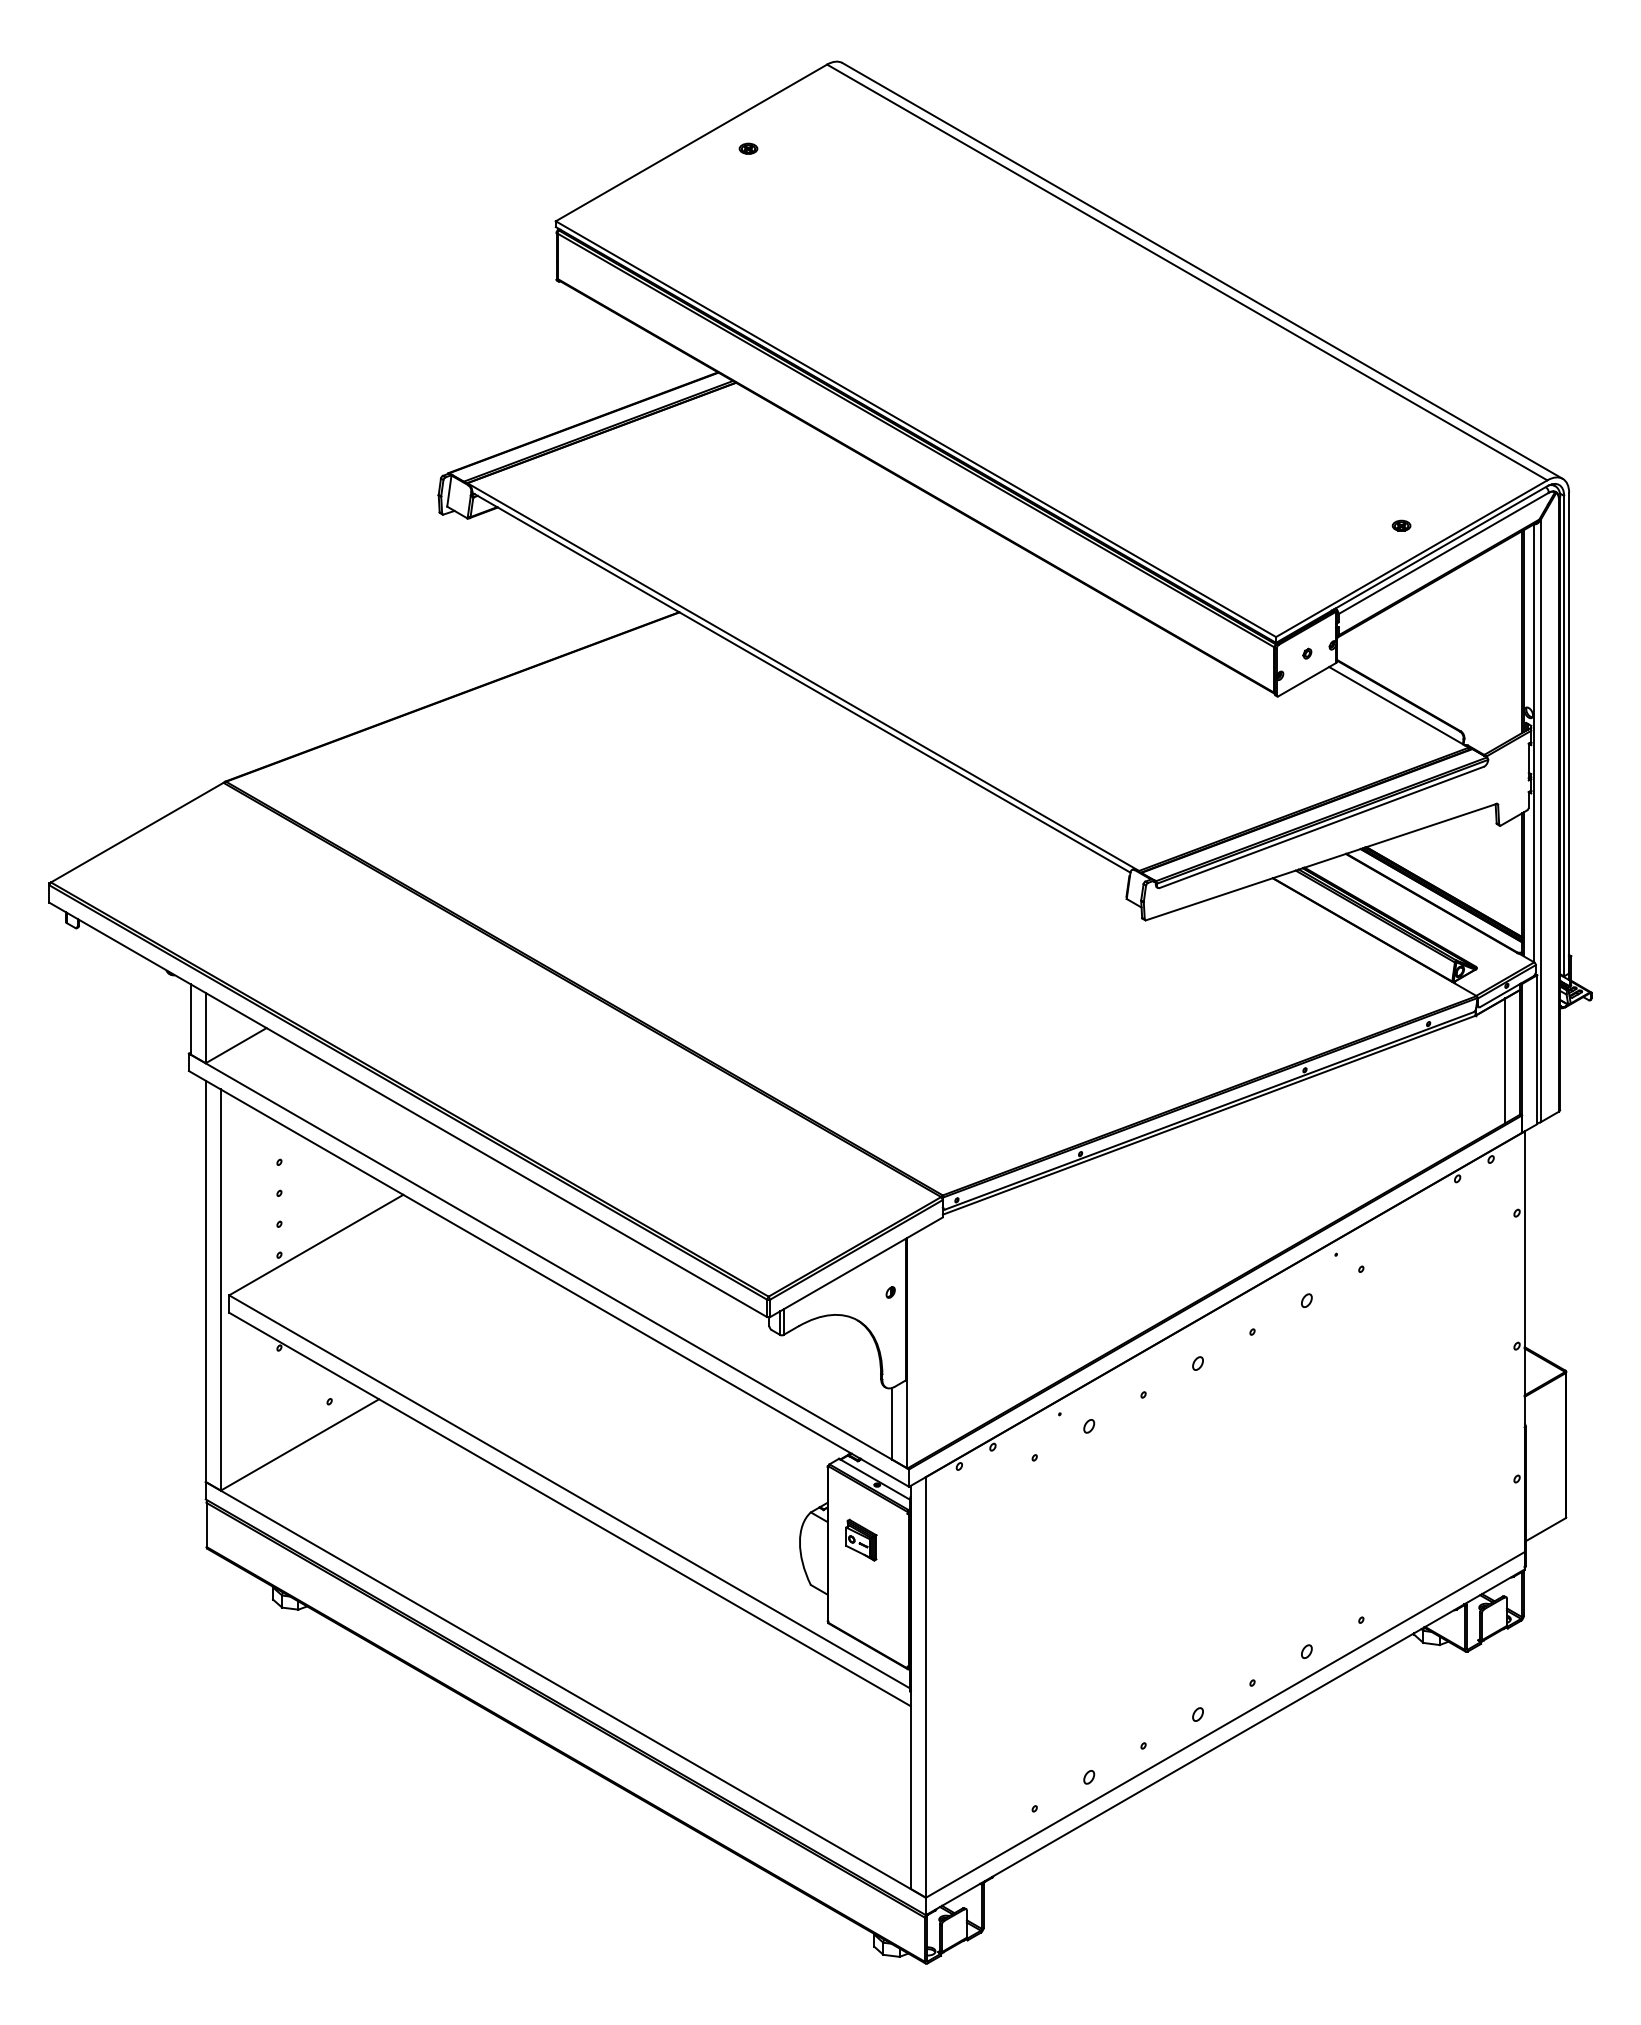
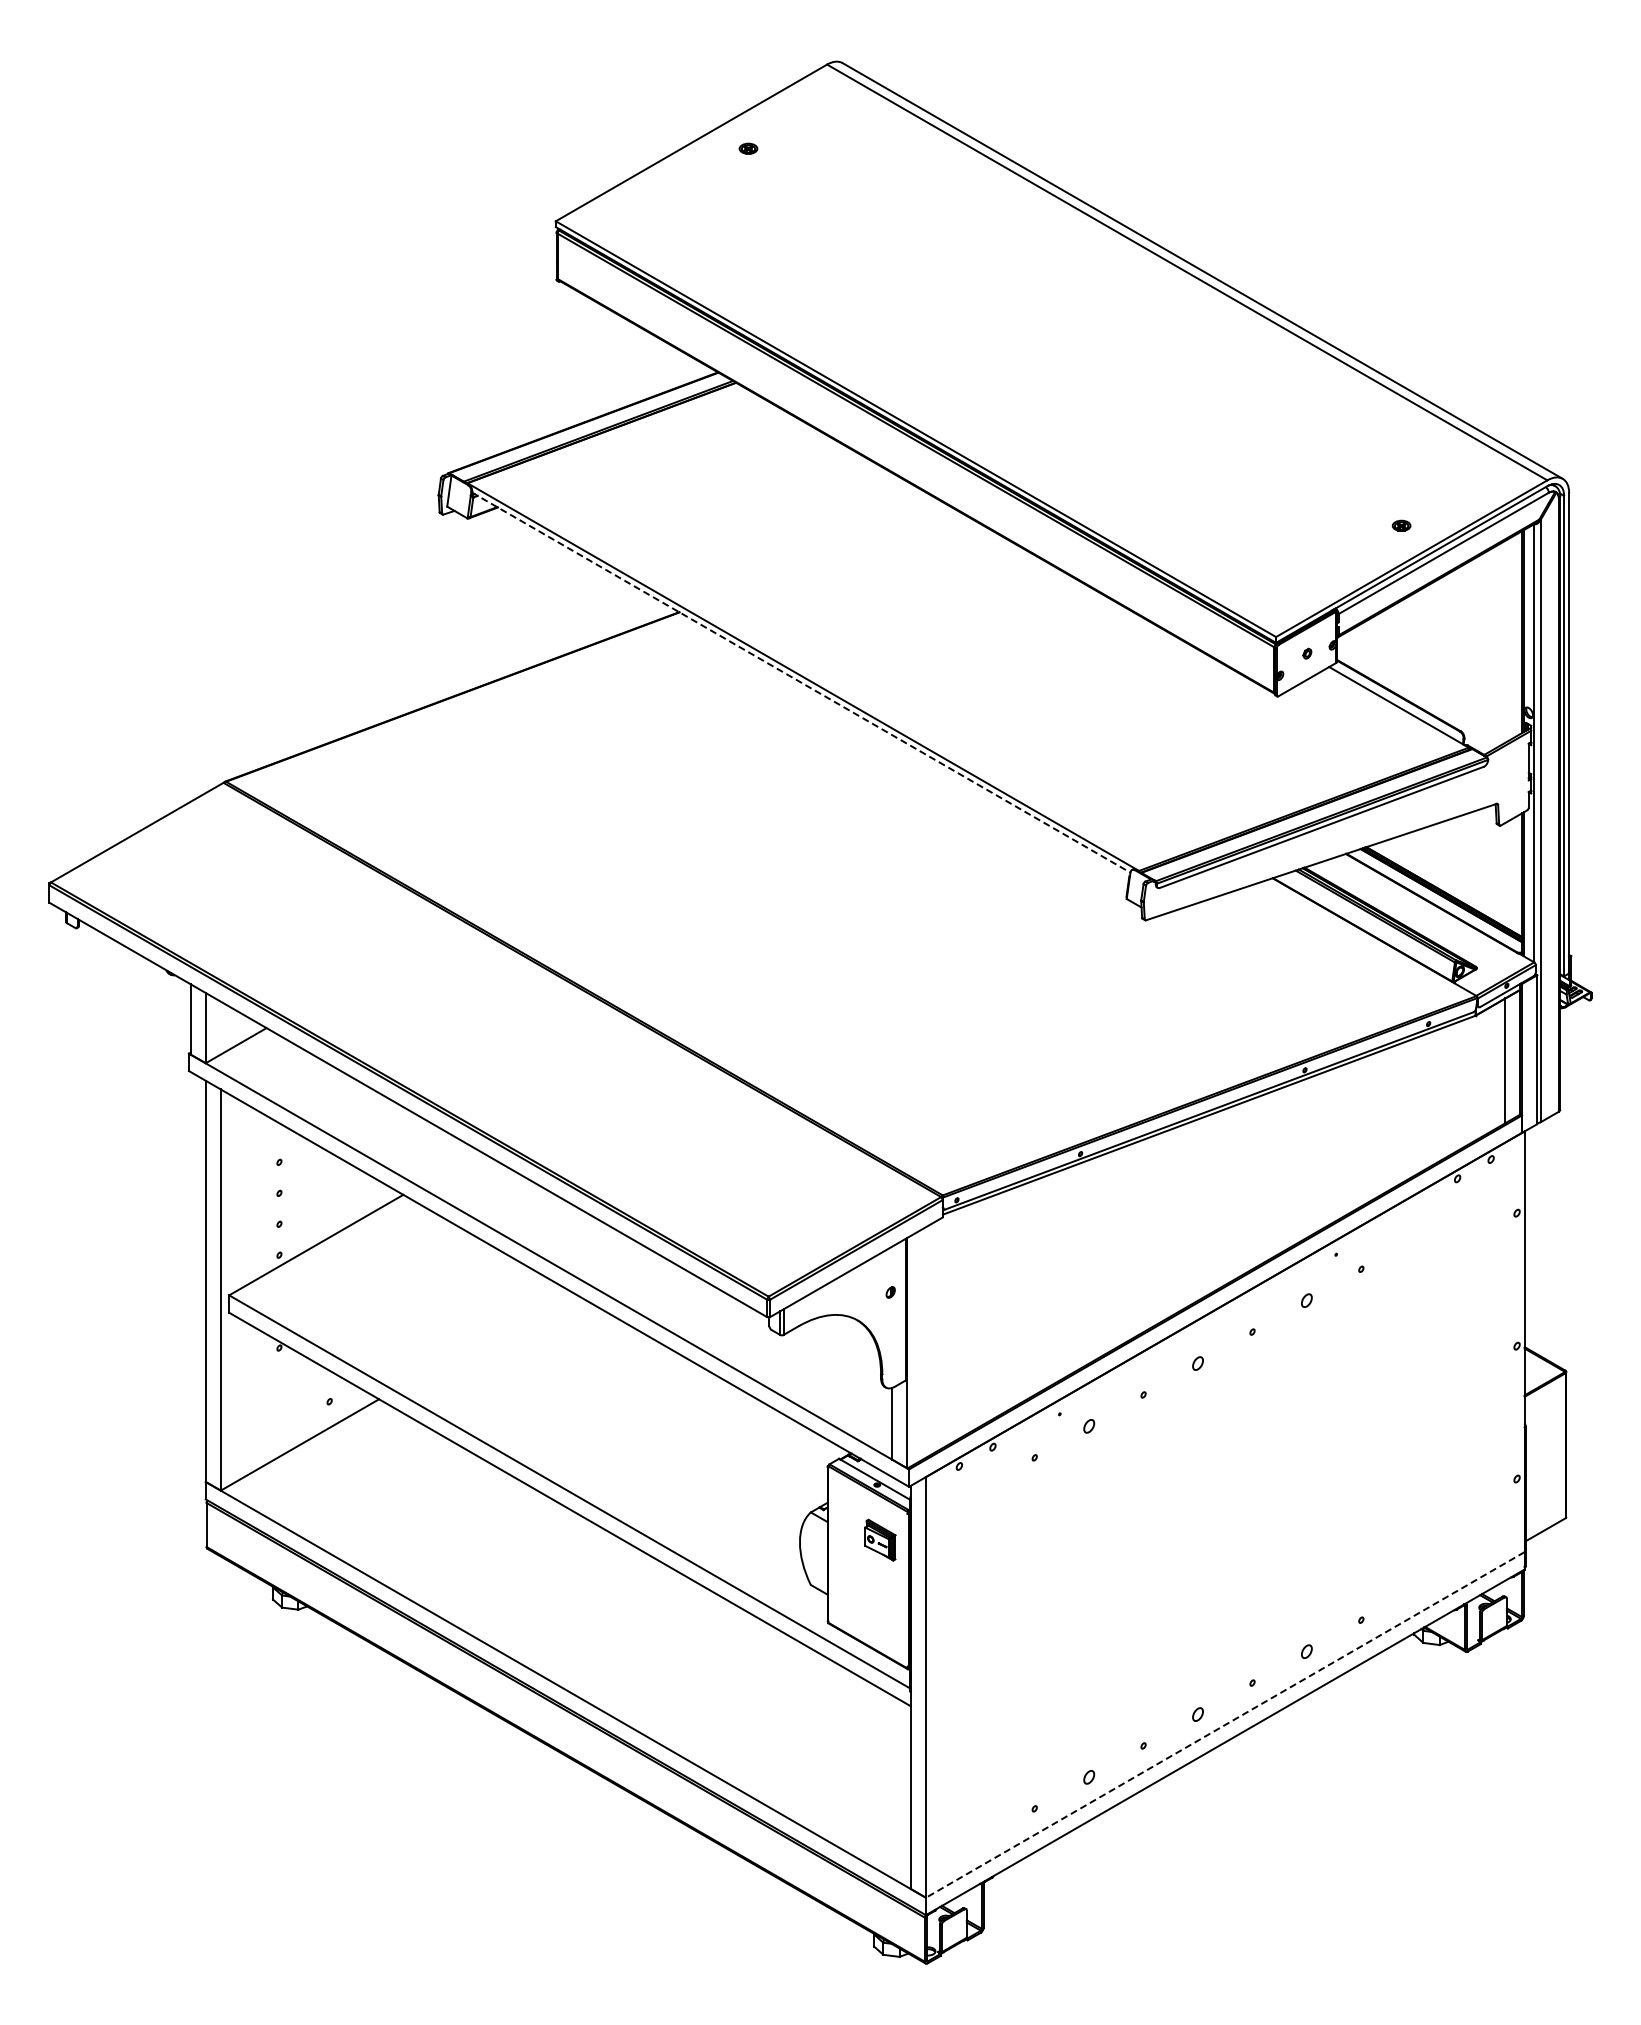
line at (801, 682): solid -> dashed
part at (861, 1539) position: (861, 1539) -> (880, 1539)
line at (1225, 1724): solid -> dashed
